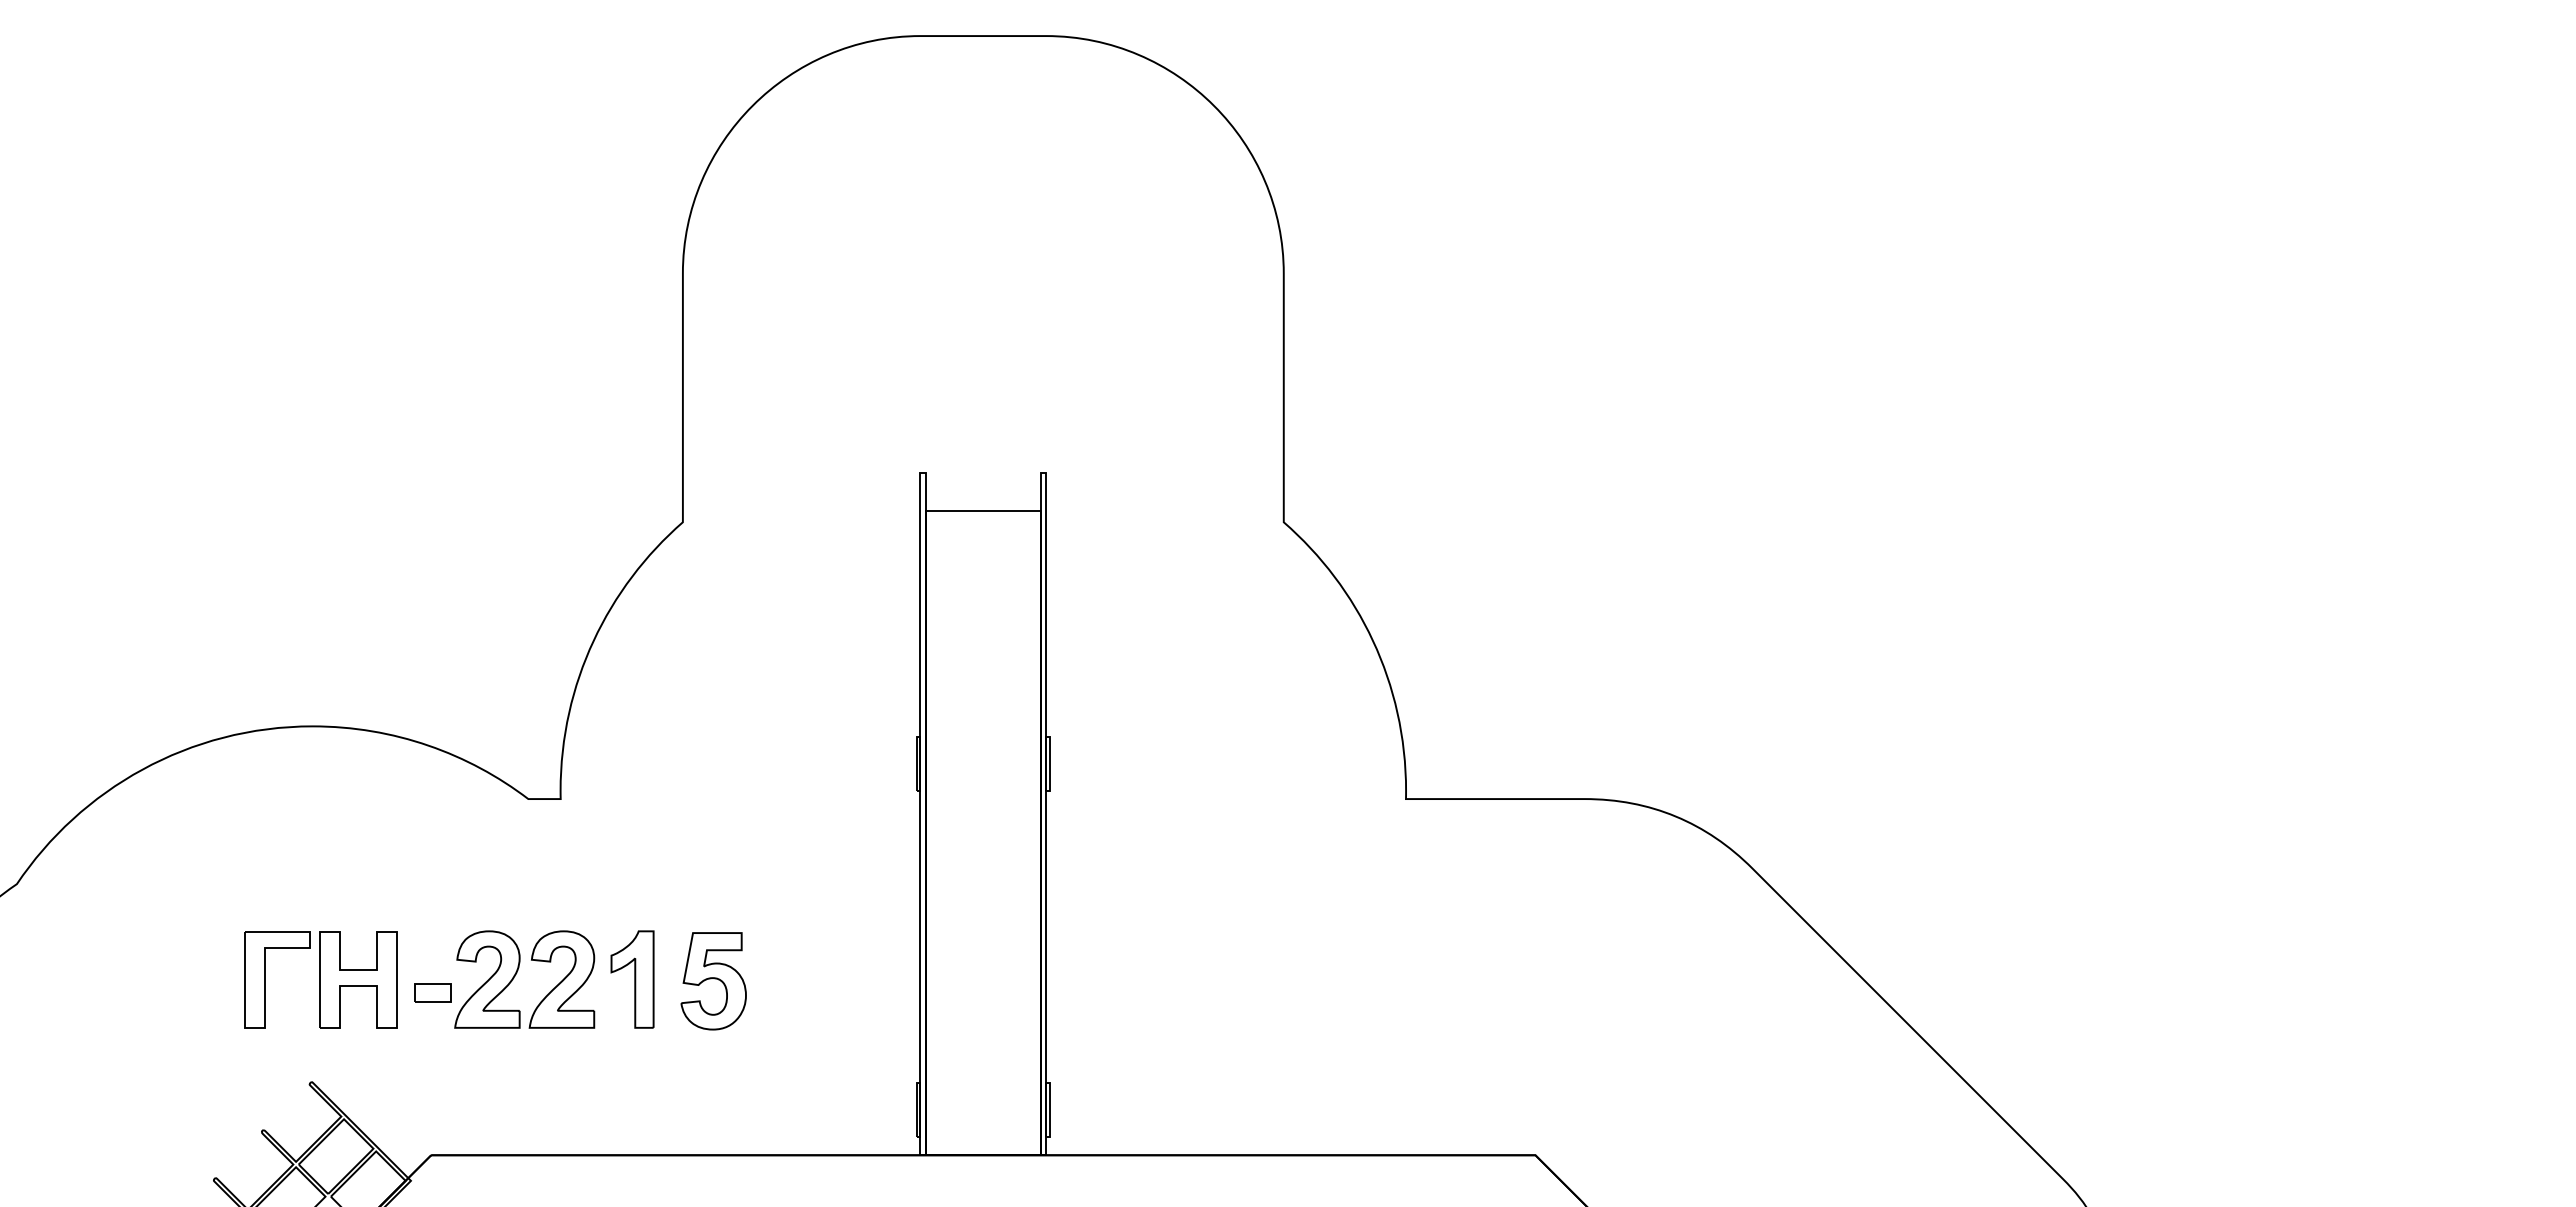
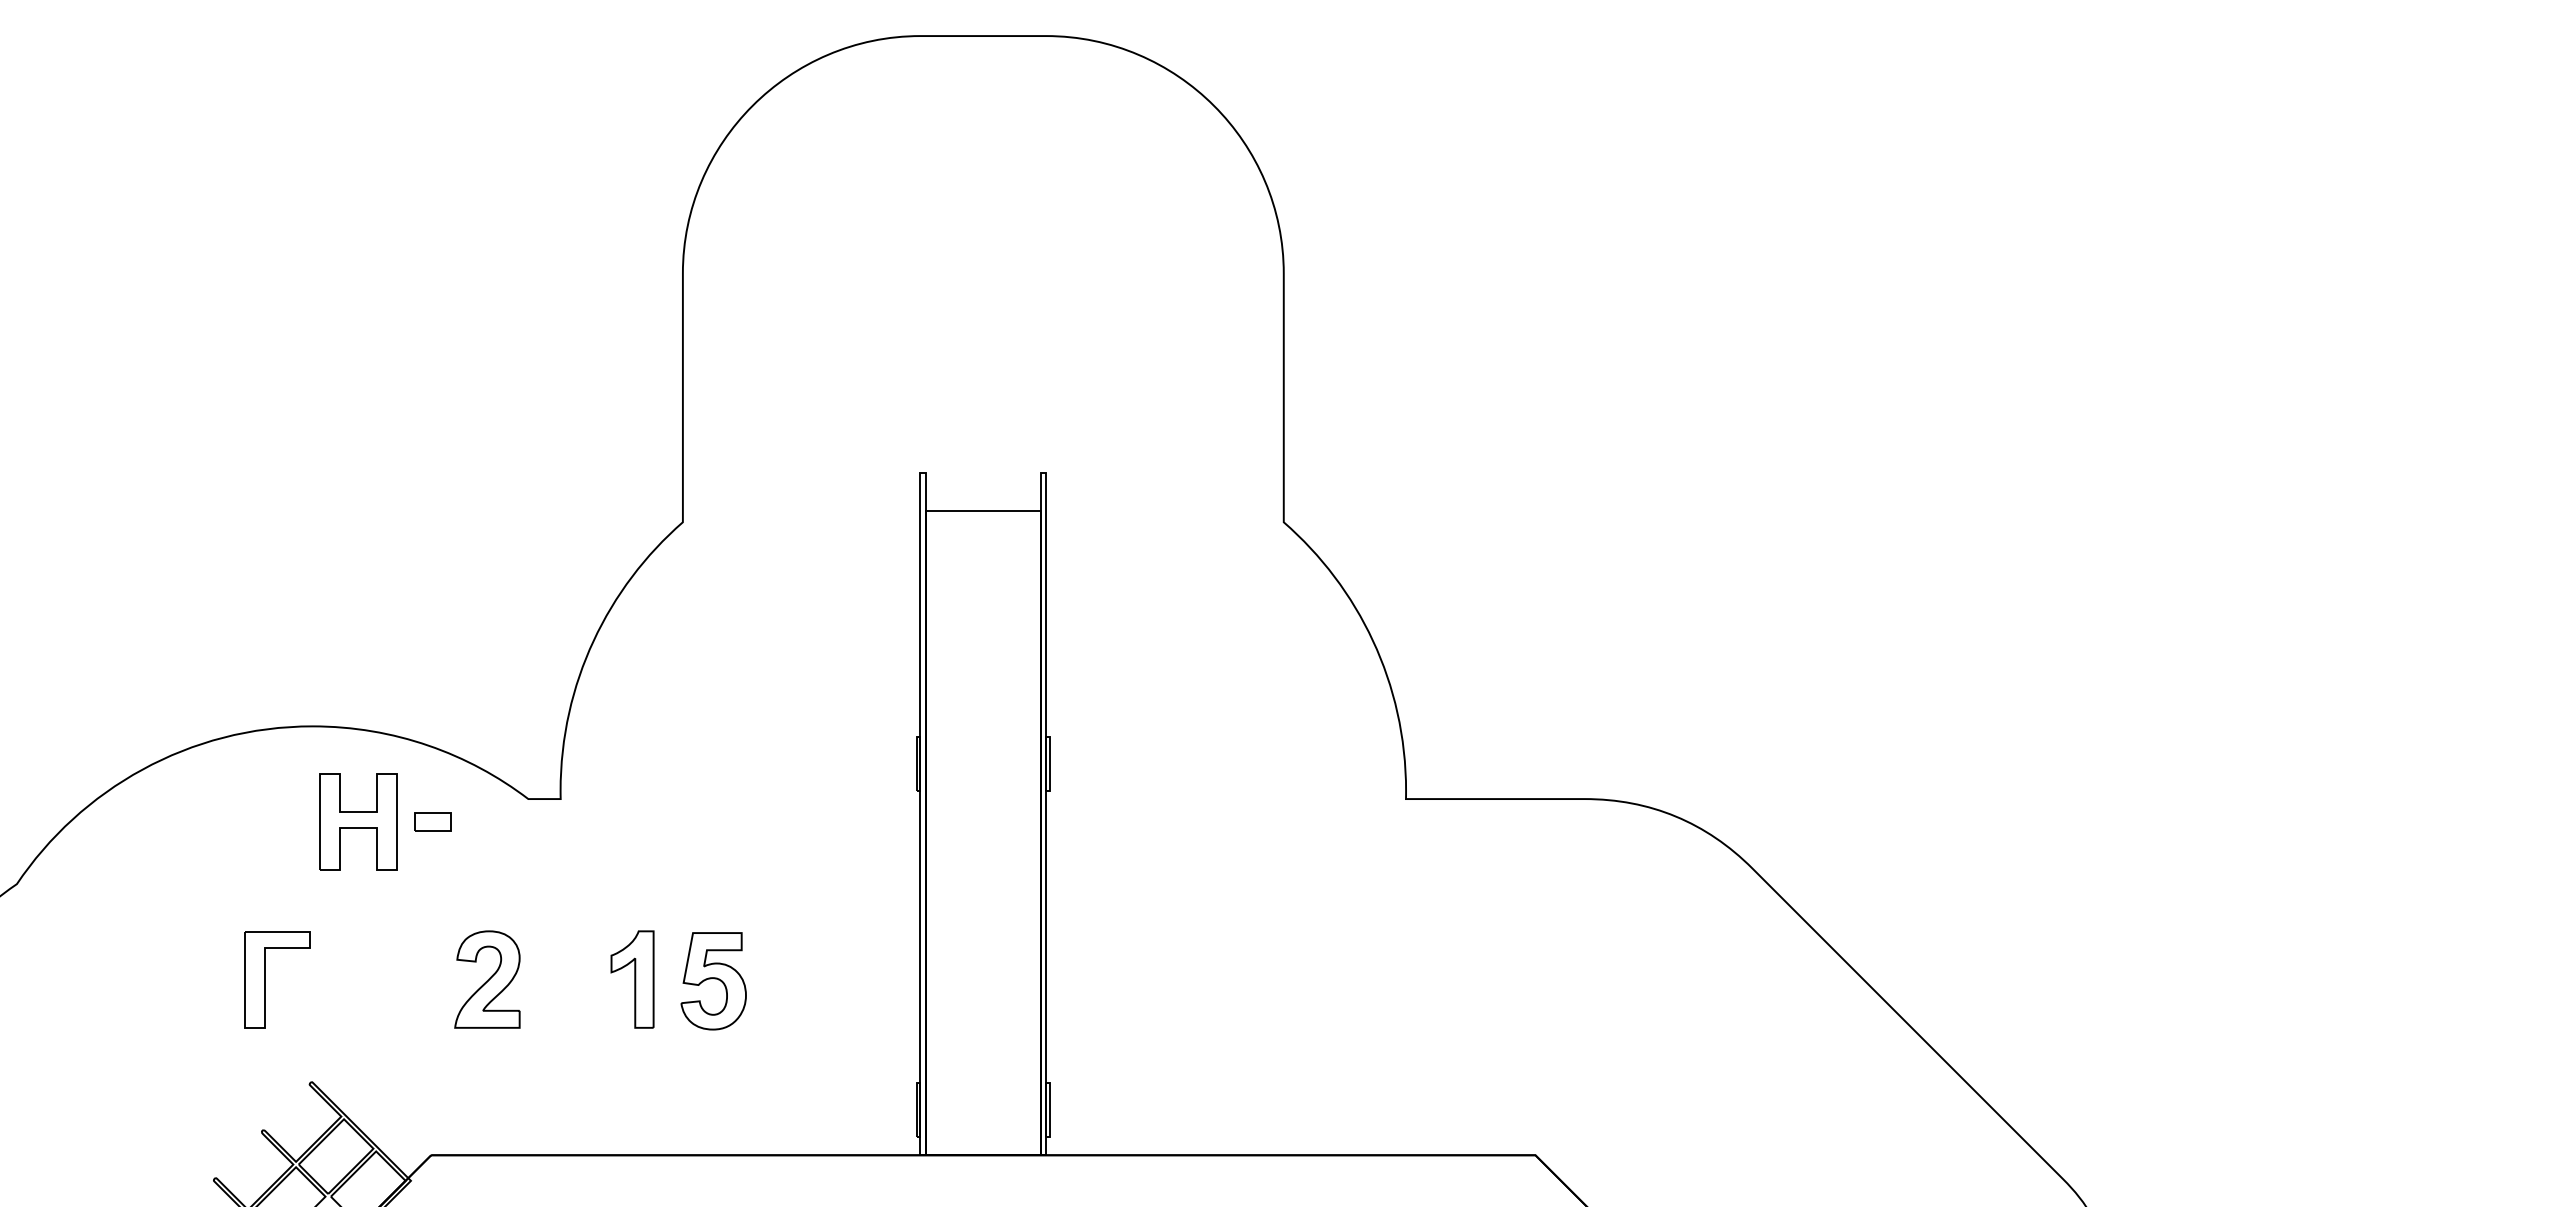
part at (358, 979) position: (358, 979) -> (358, 821)
part at (561, 979): present -> none
part at (432, 992) position: (432, 992) -> (432, 821)
